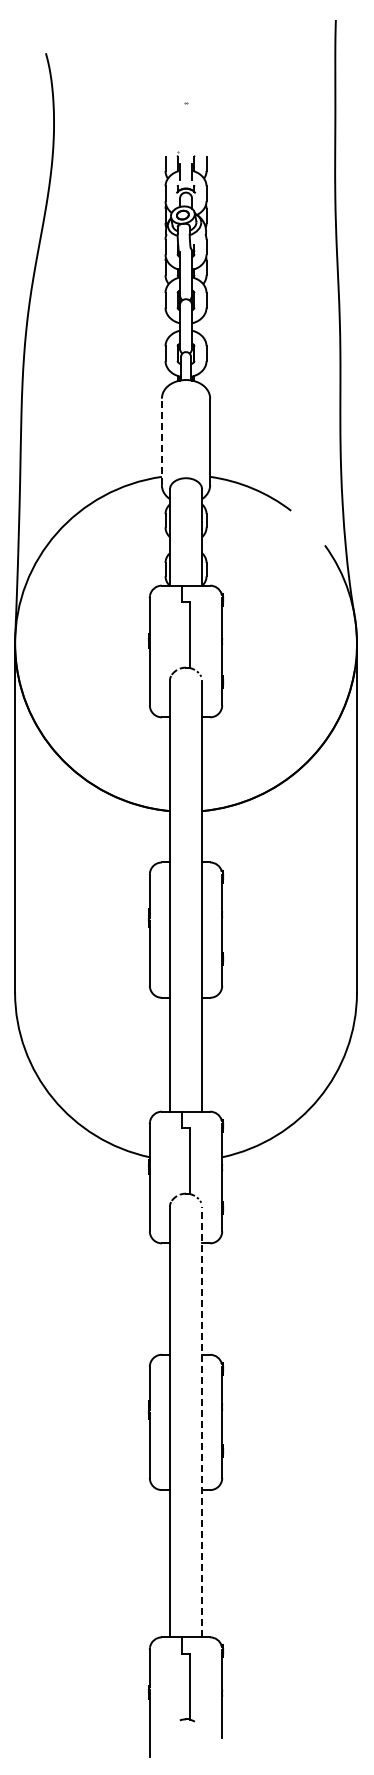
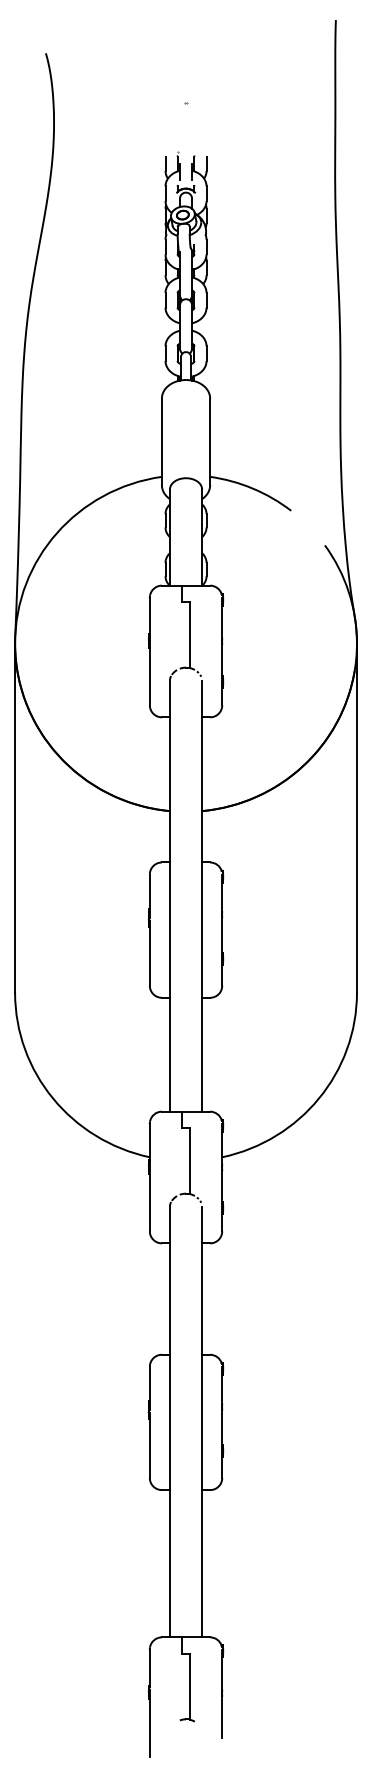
line at (161, 441): dashed -> solid
line at (202, 1421): dashed -> solid
